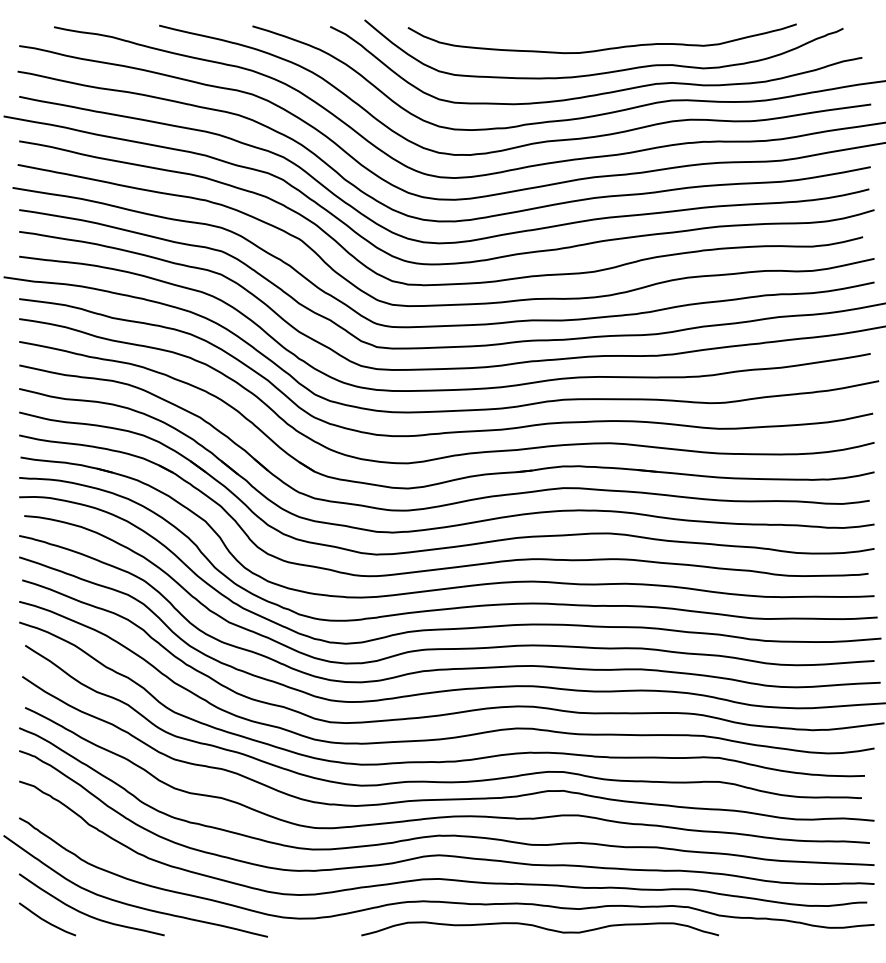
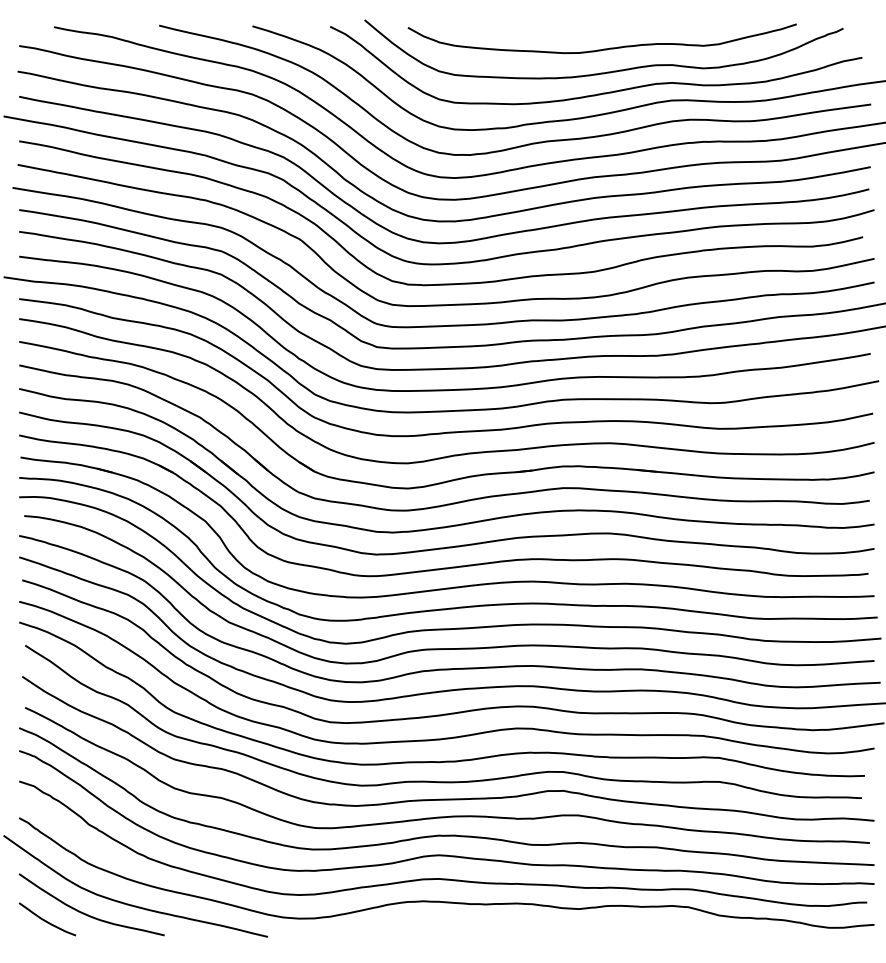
curve at (539, 928): present -> none
